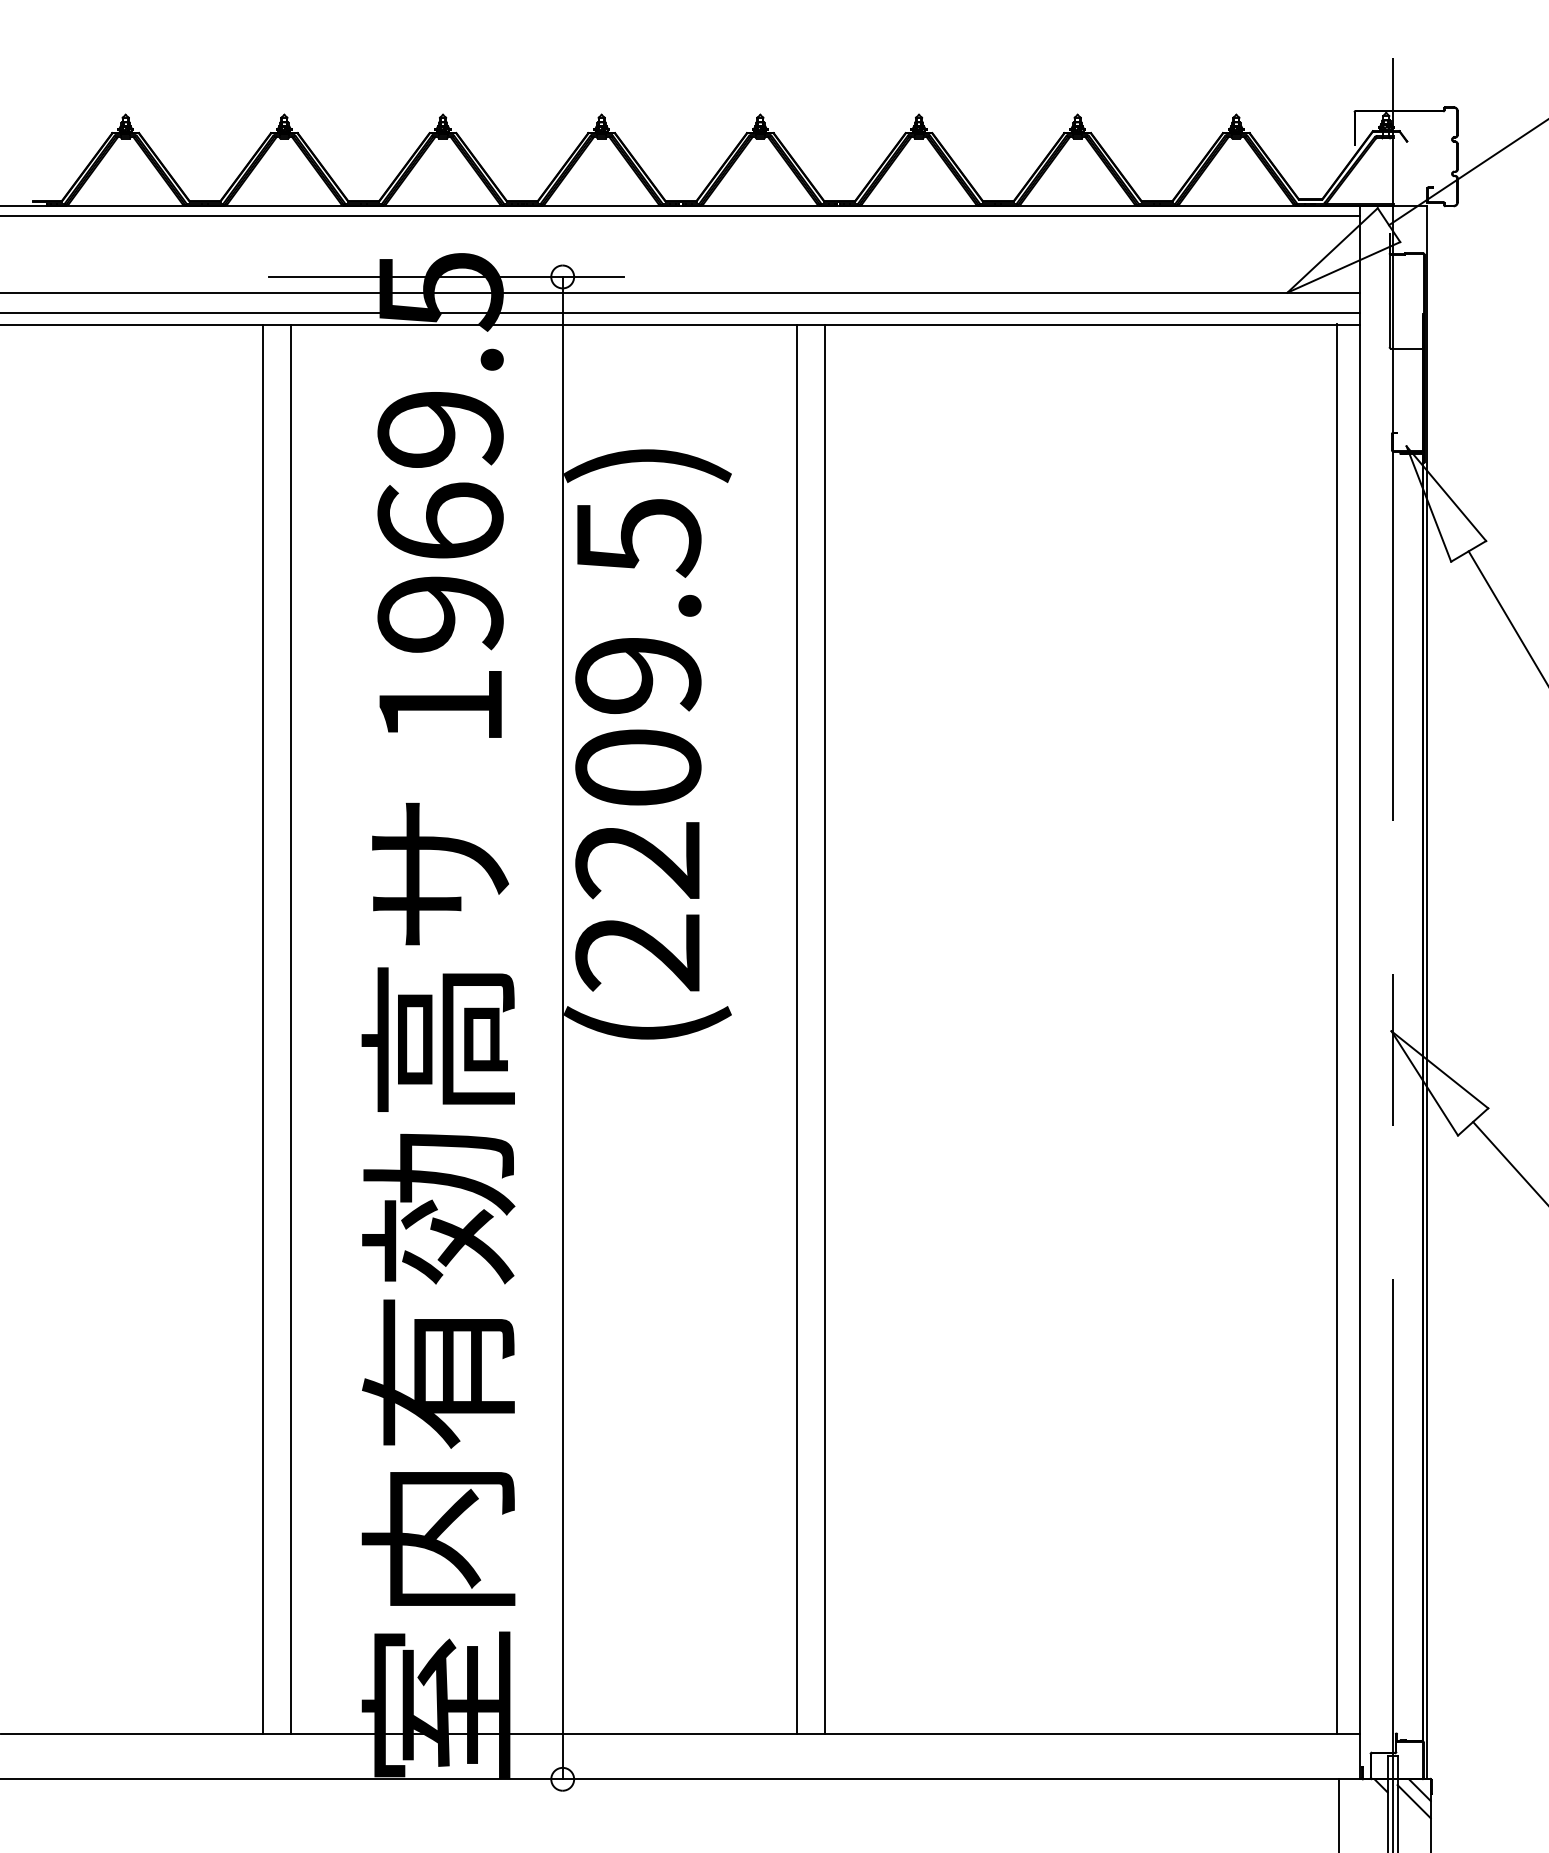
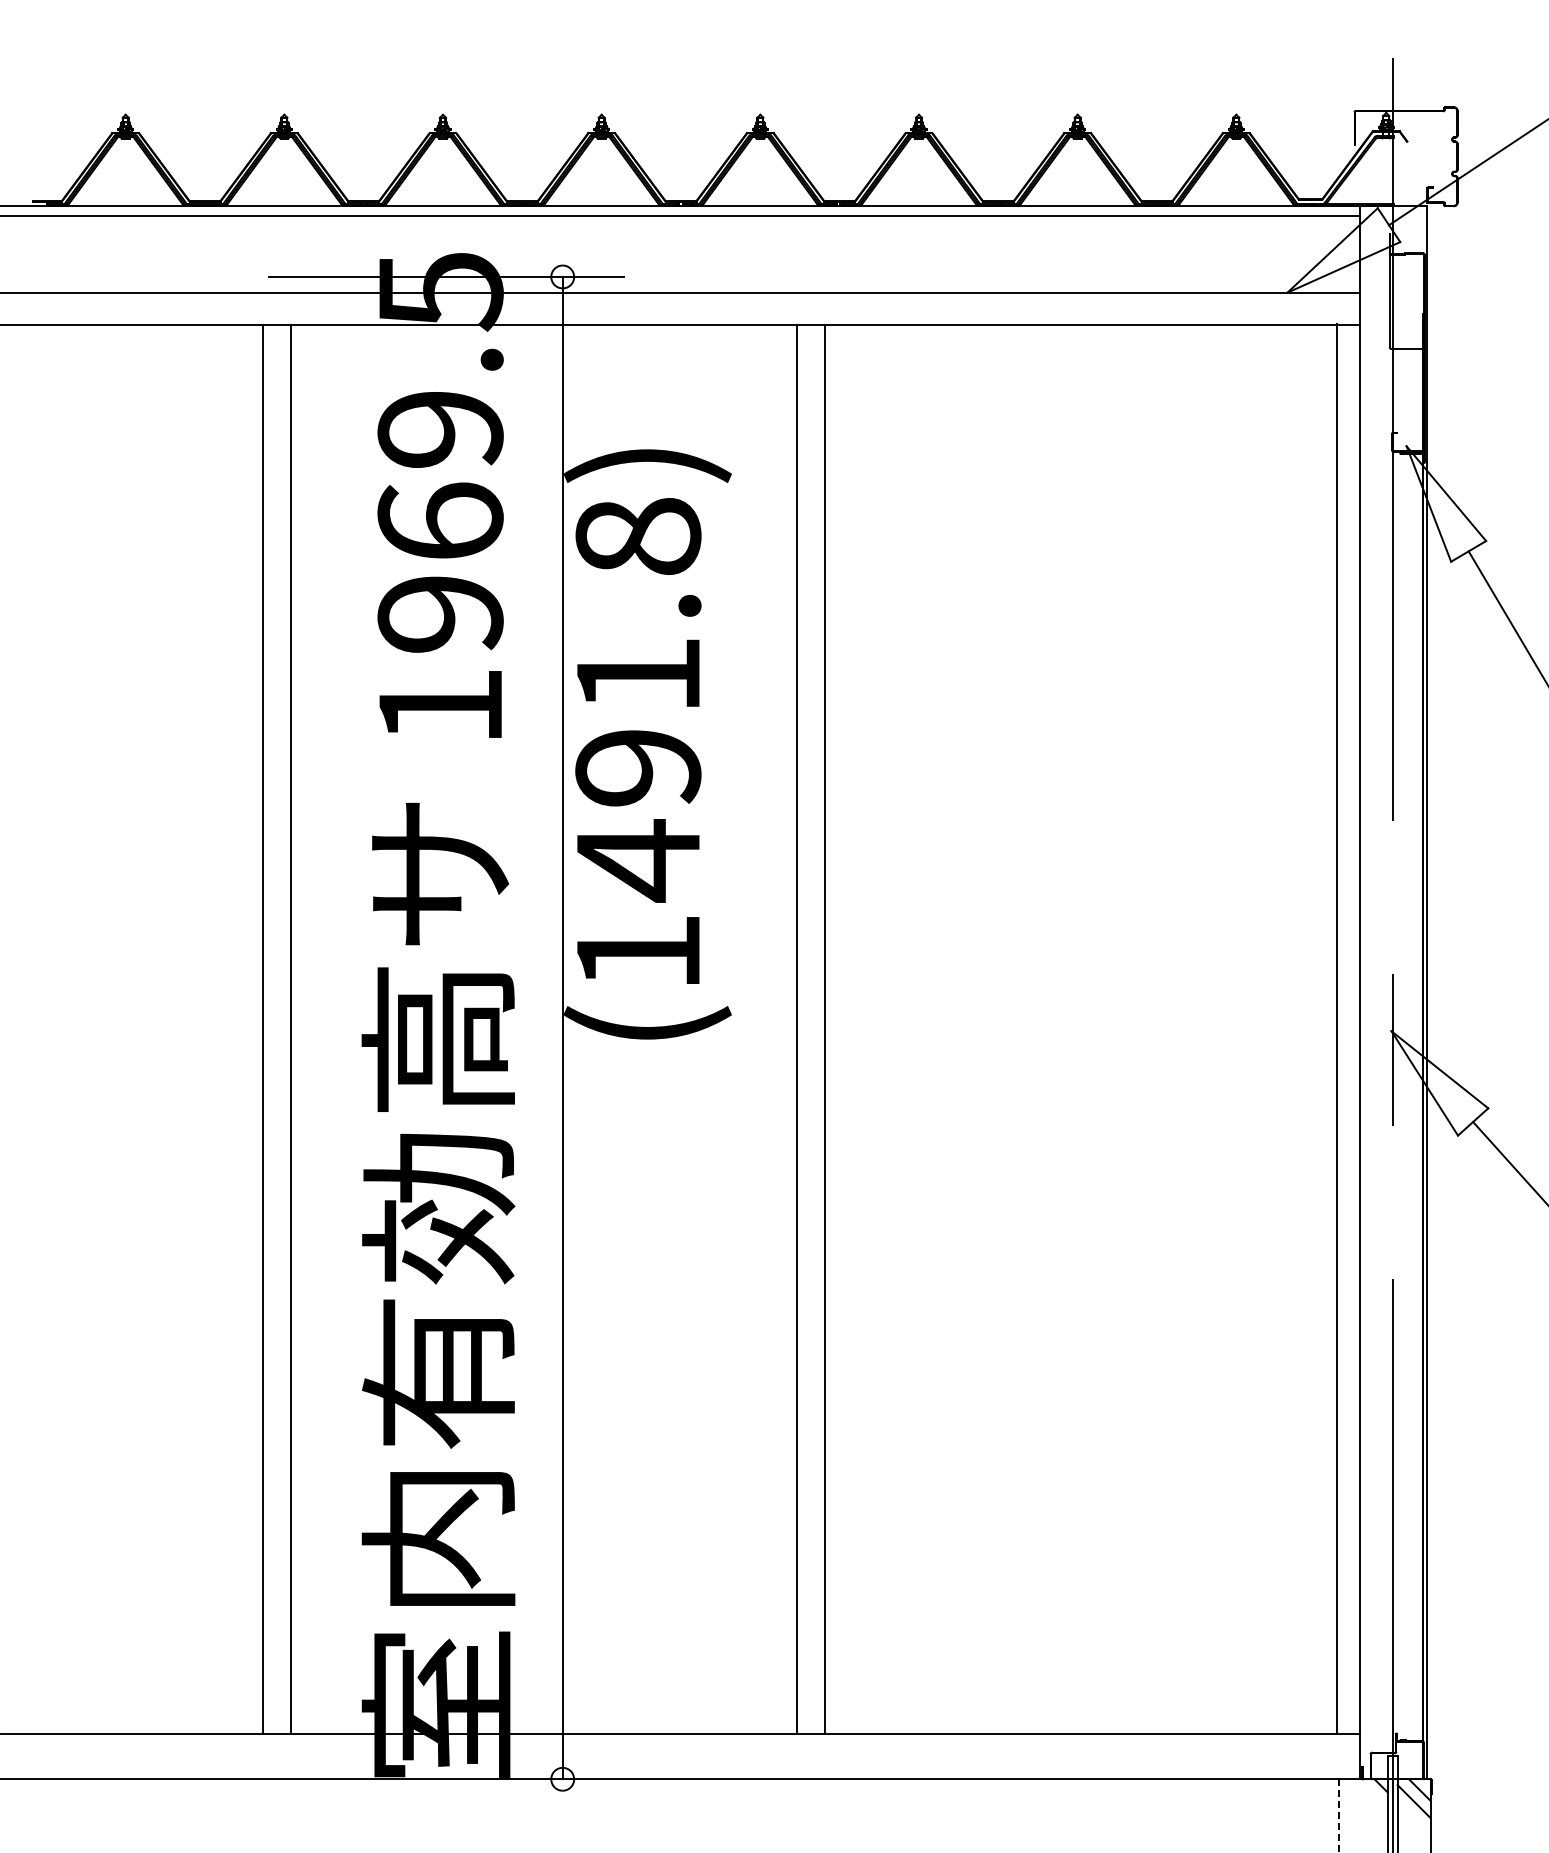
line at (681, 313): present -> none
text at (638, 744): (2209.5) -> (1491.8)
line at (1339, 1816): solid -> dashed
